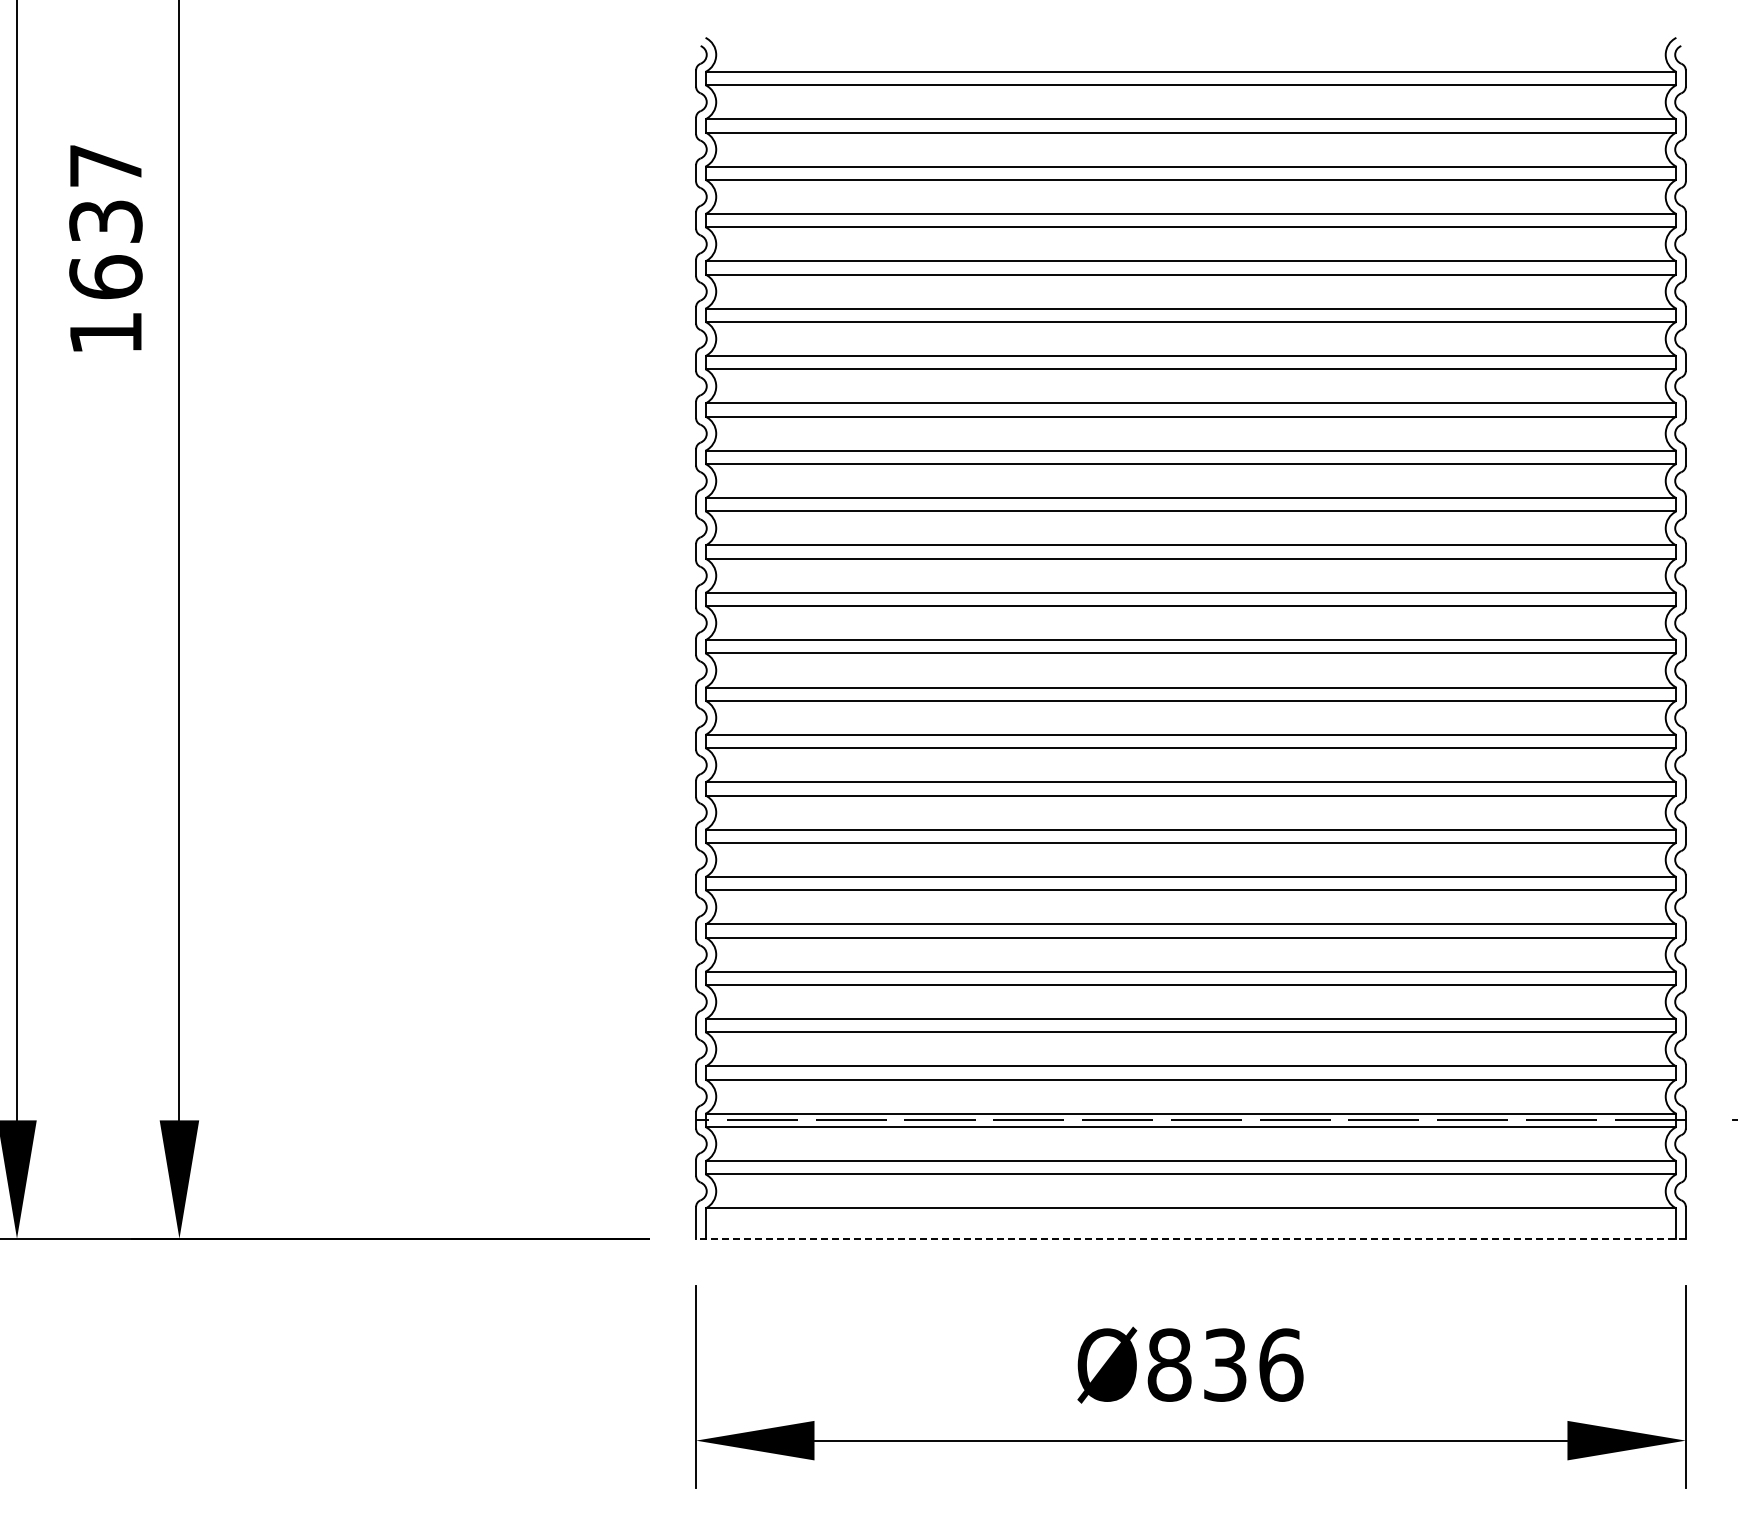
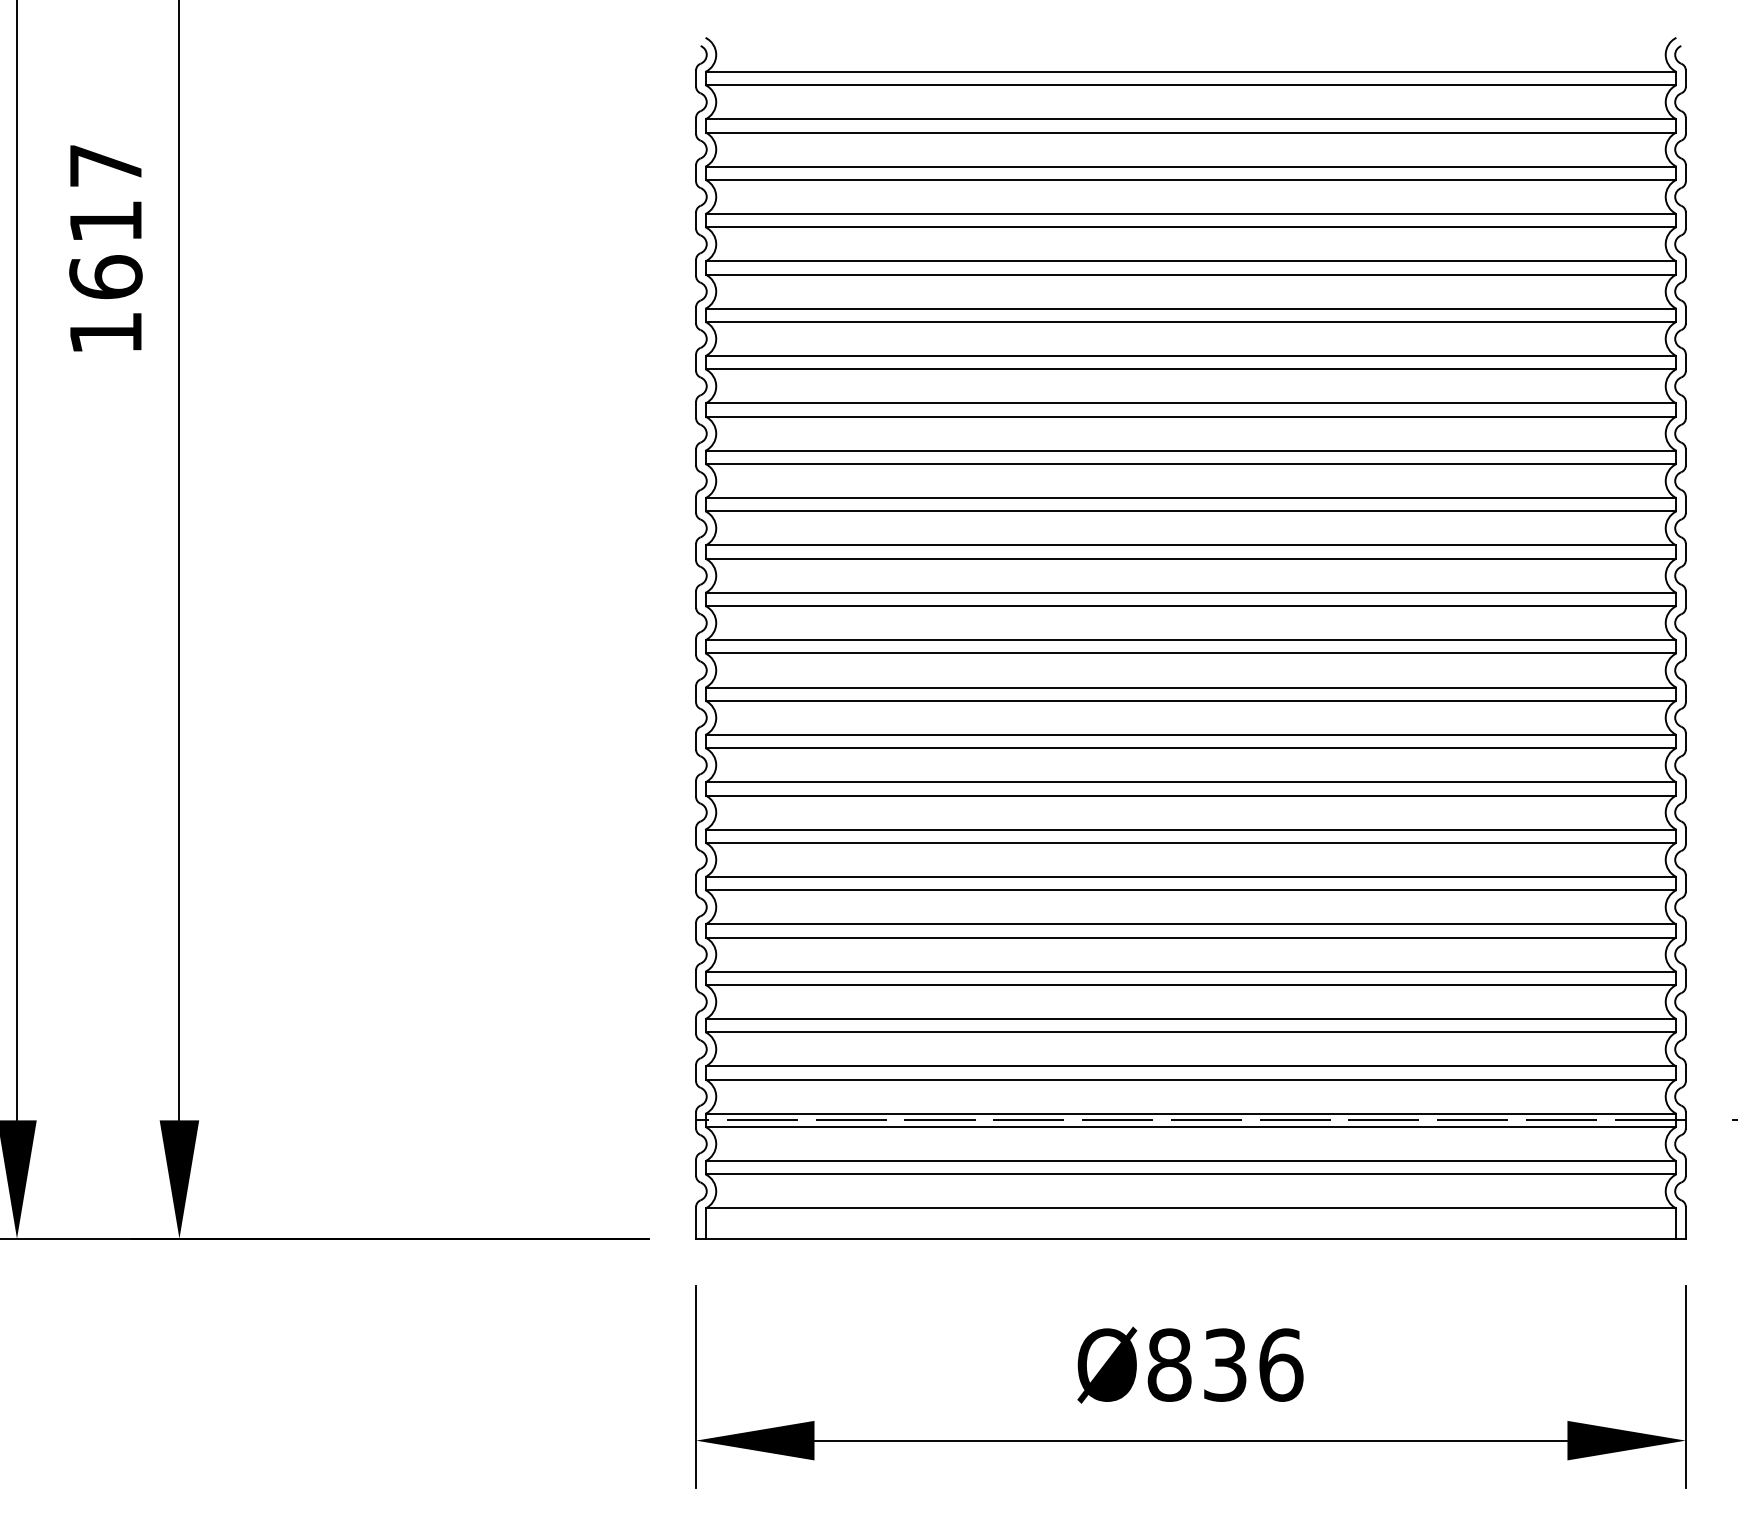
text at (105, 221): 1637 -> 1617
line at (1190, 1238): dashed -> solid
